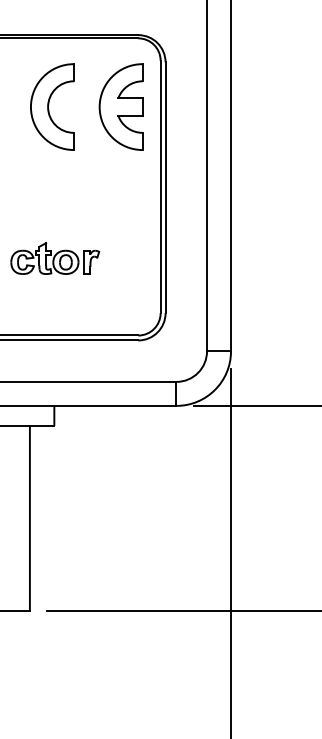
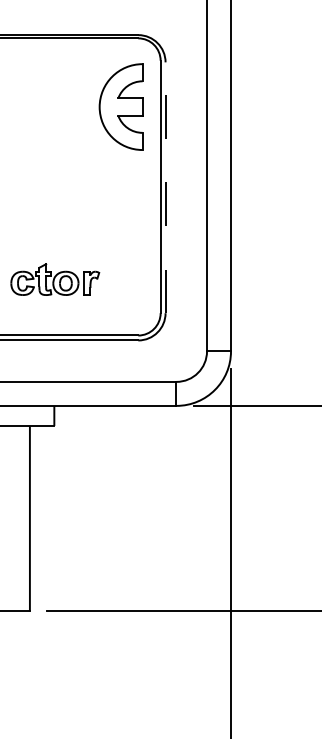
part at (52, 106): present -> none
line at (165, 187): solid -> dashed
part at (55, 258) position: (55, 258) -> (55, 279)
